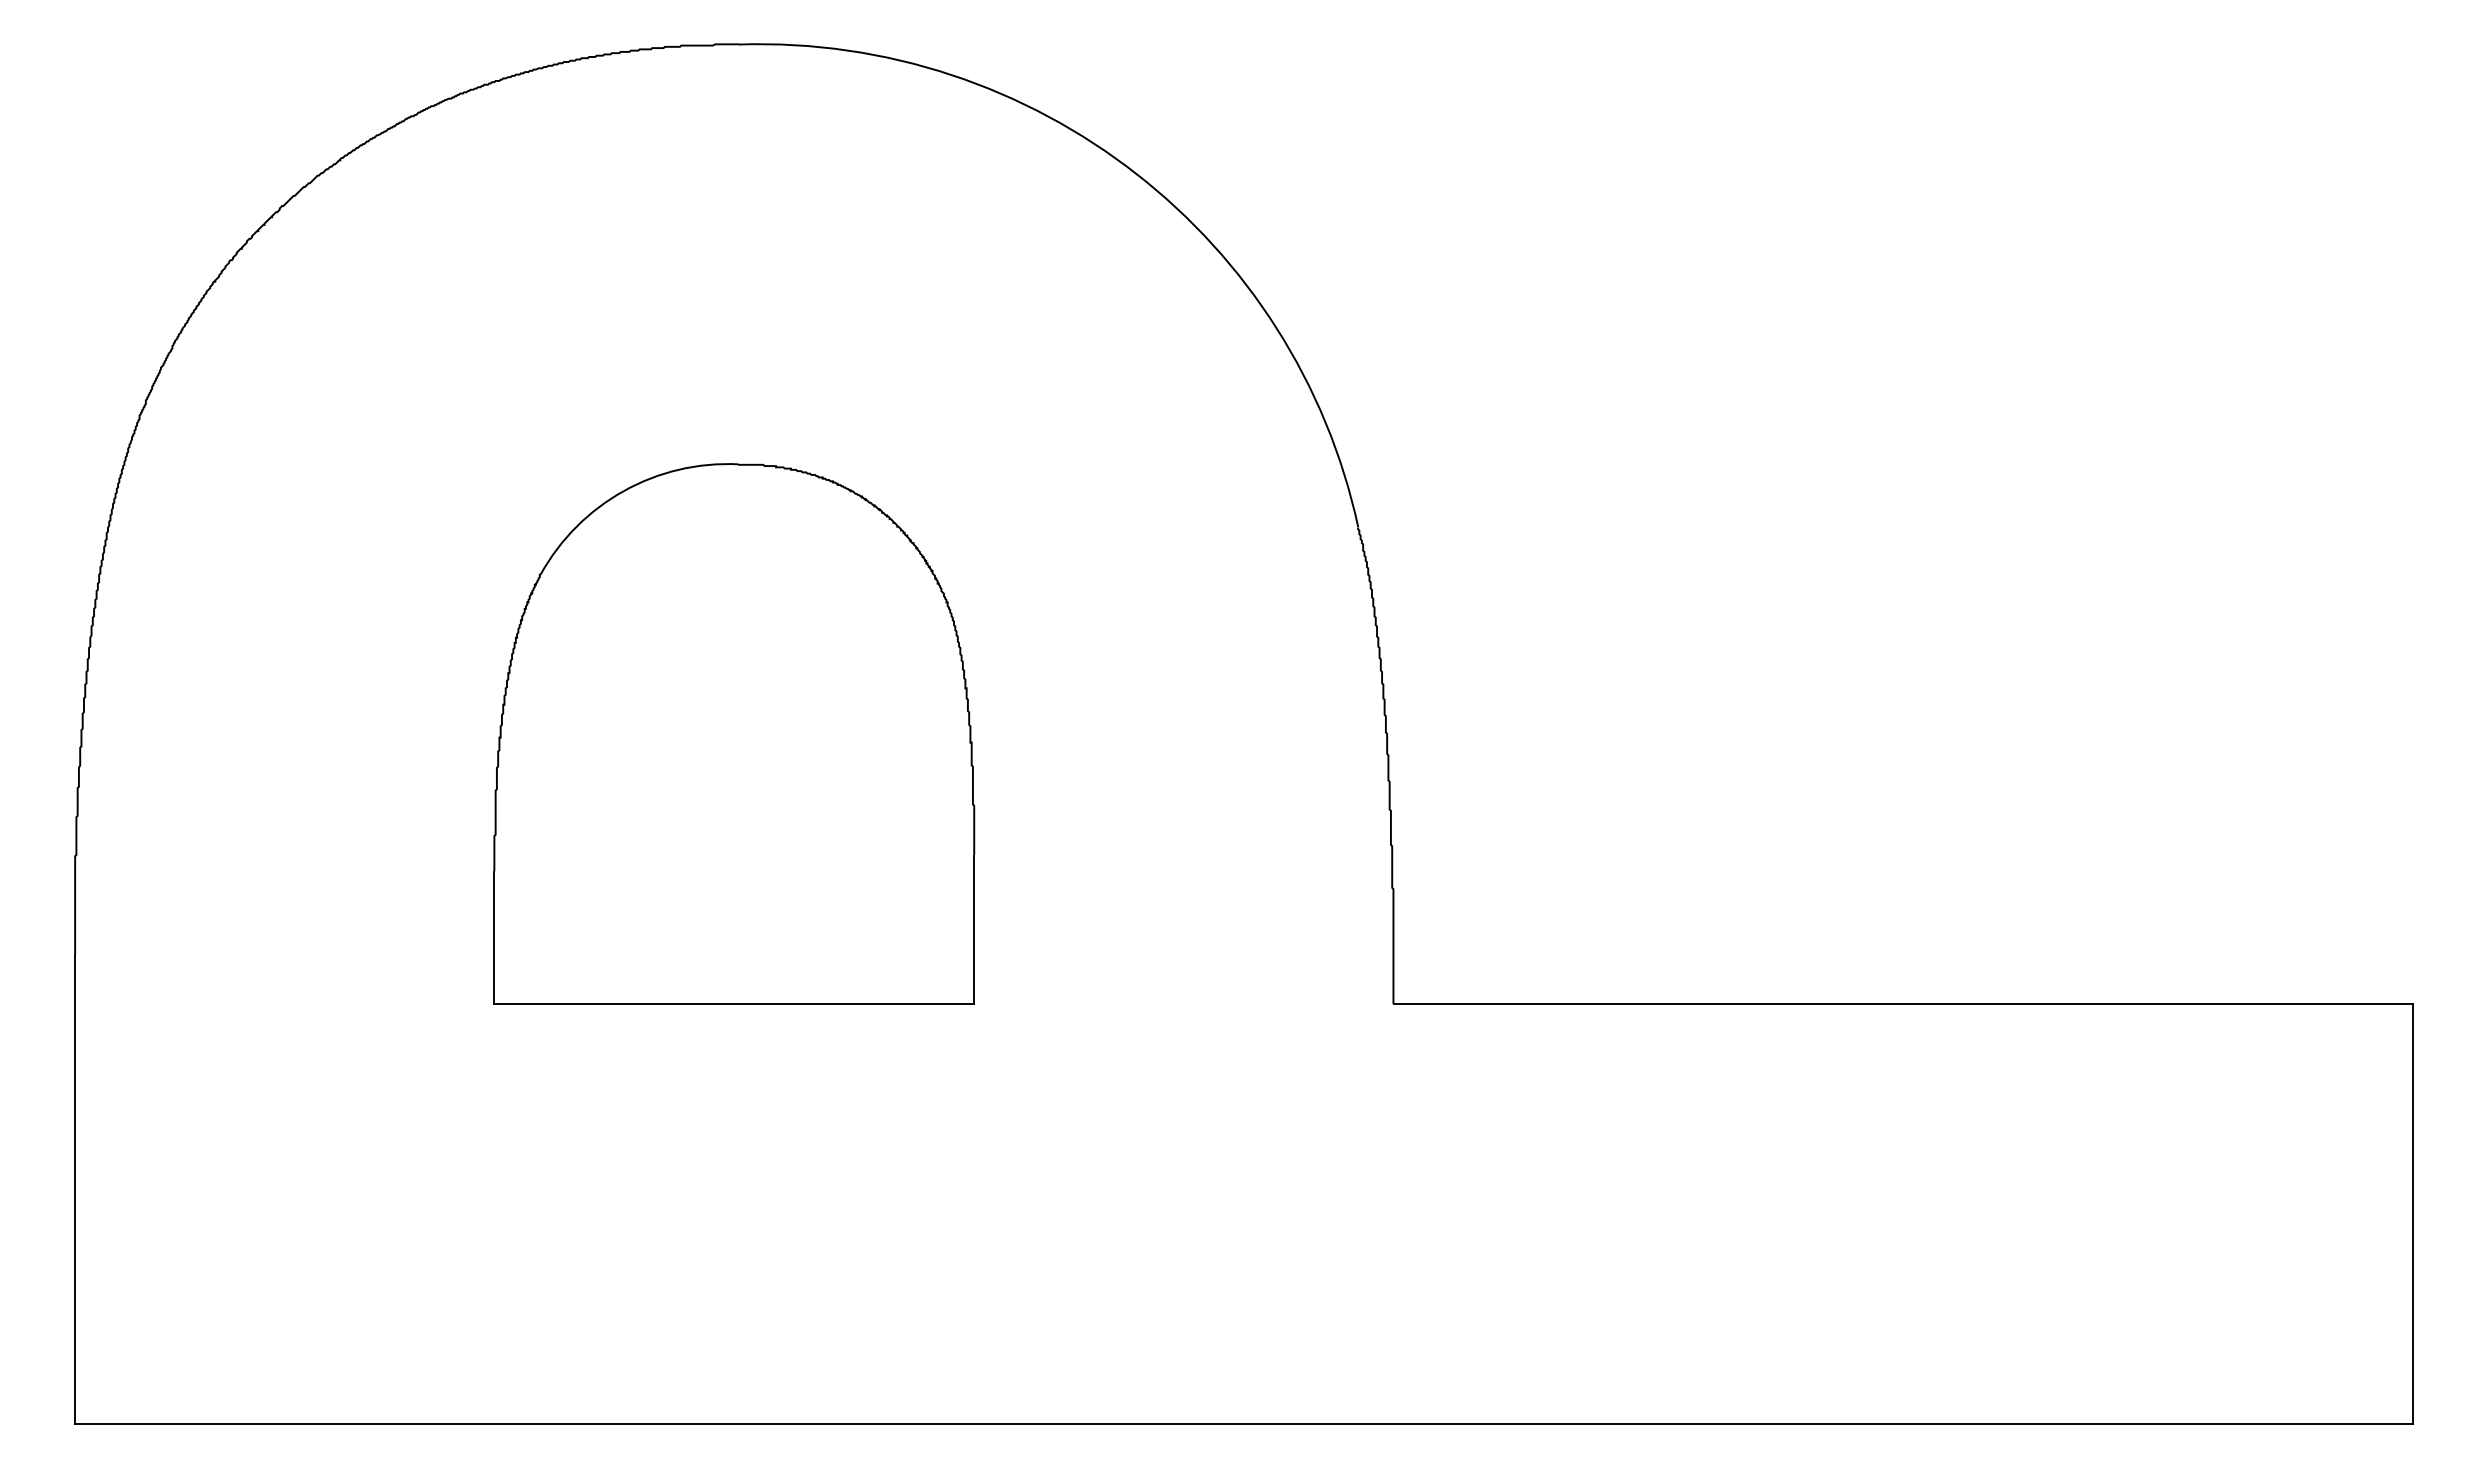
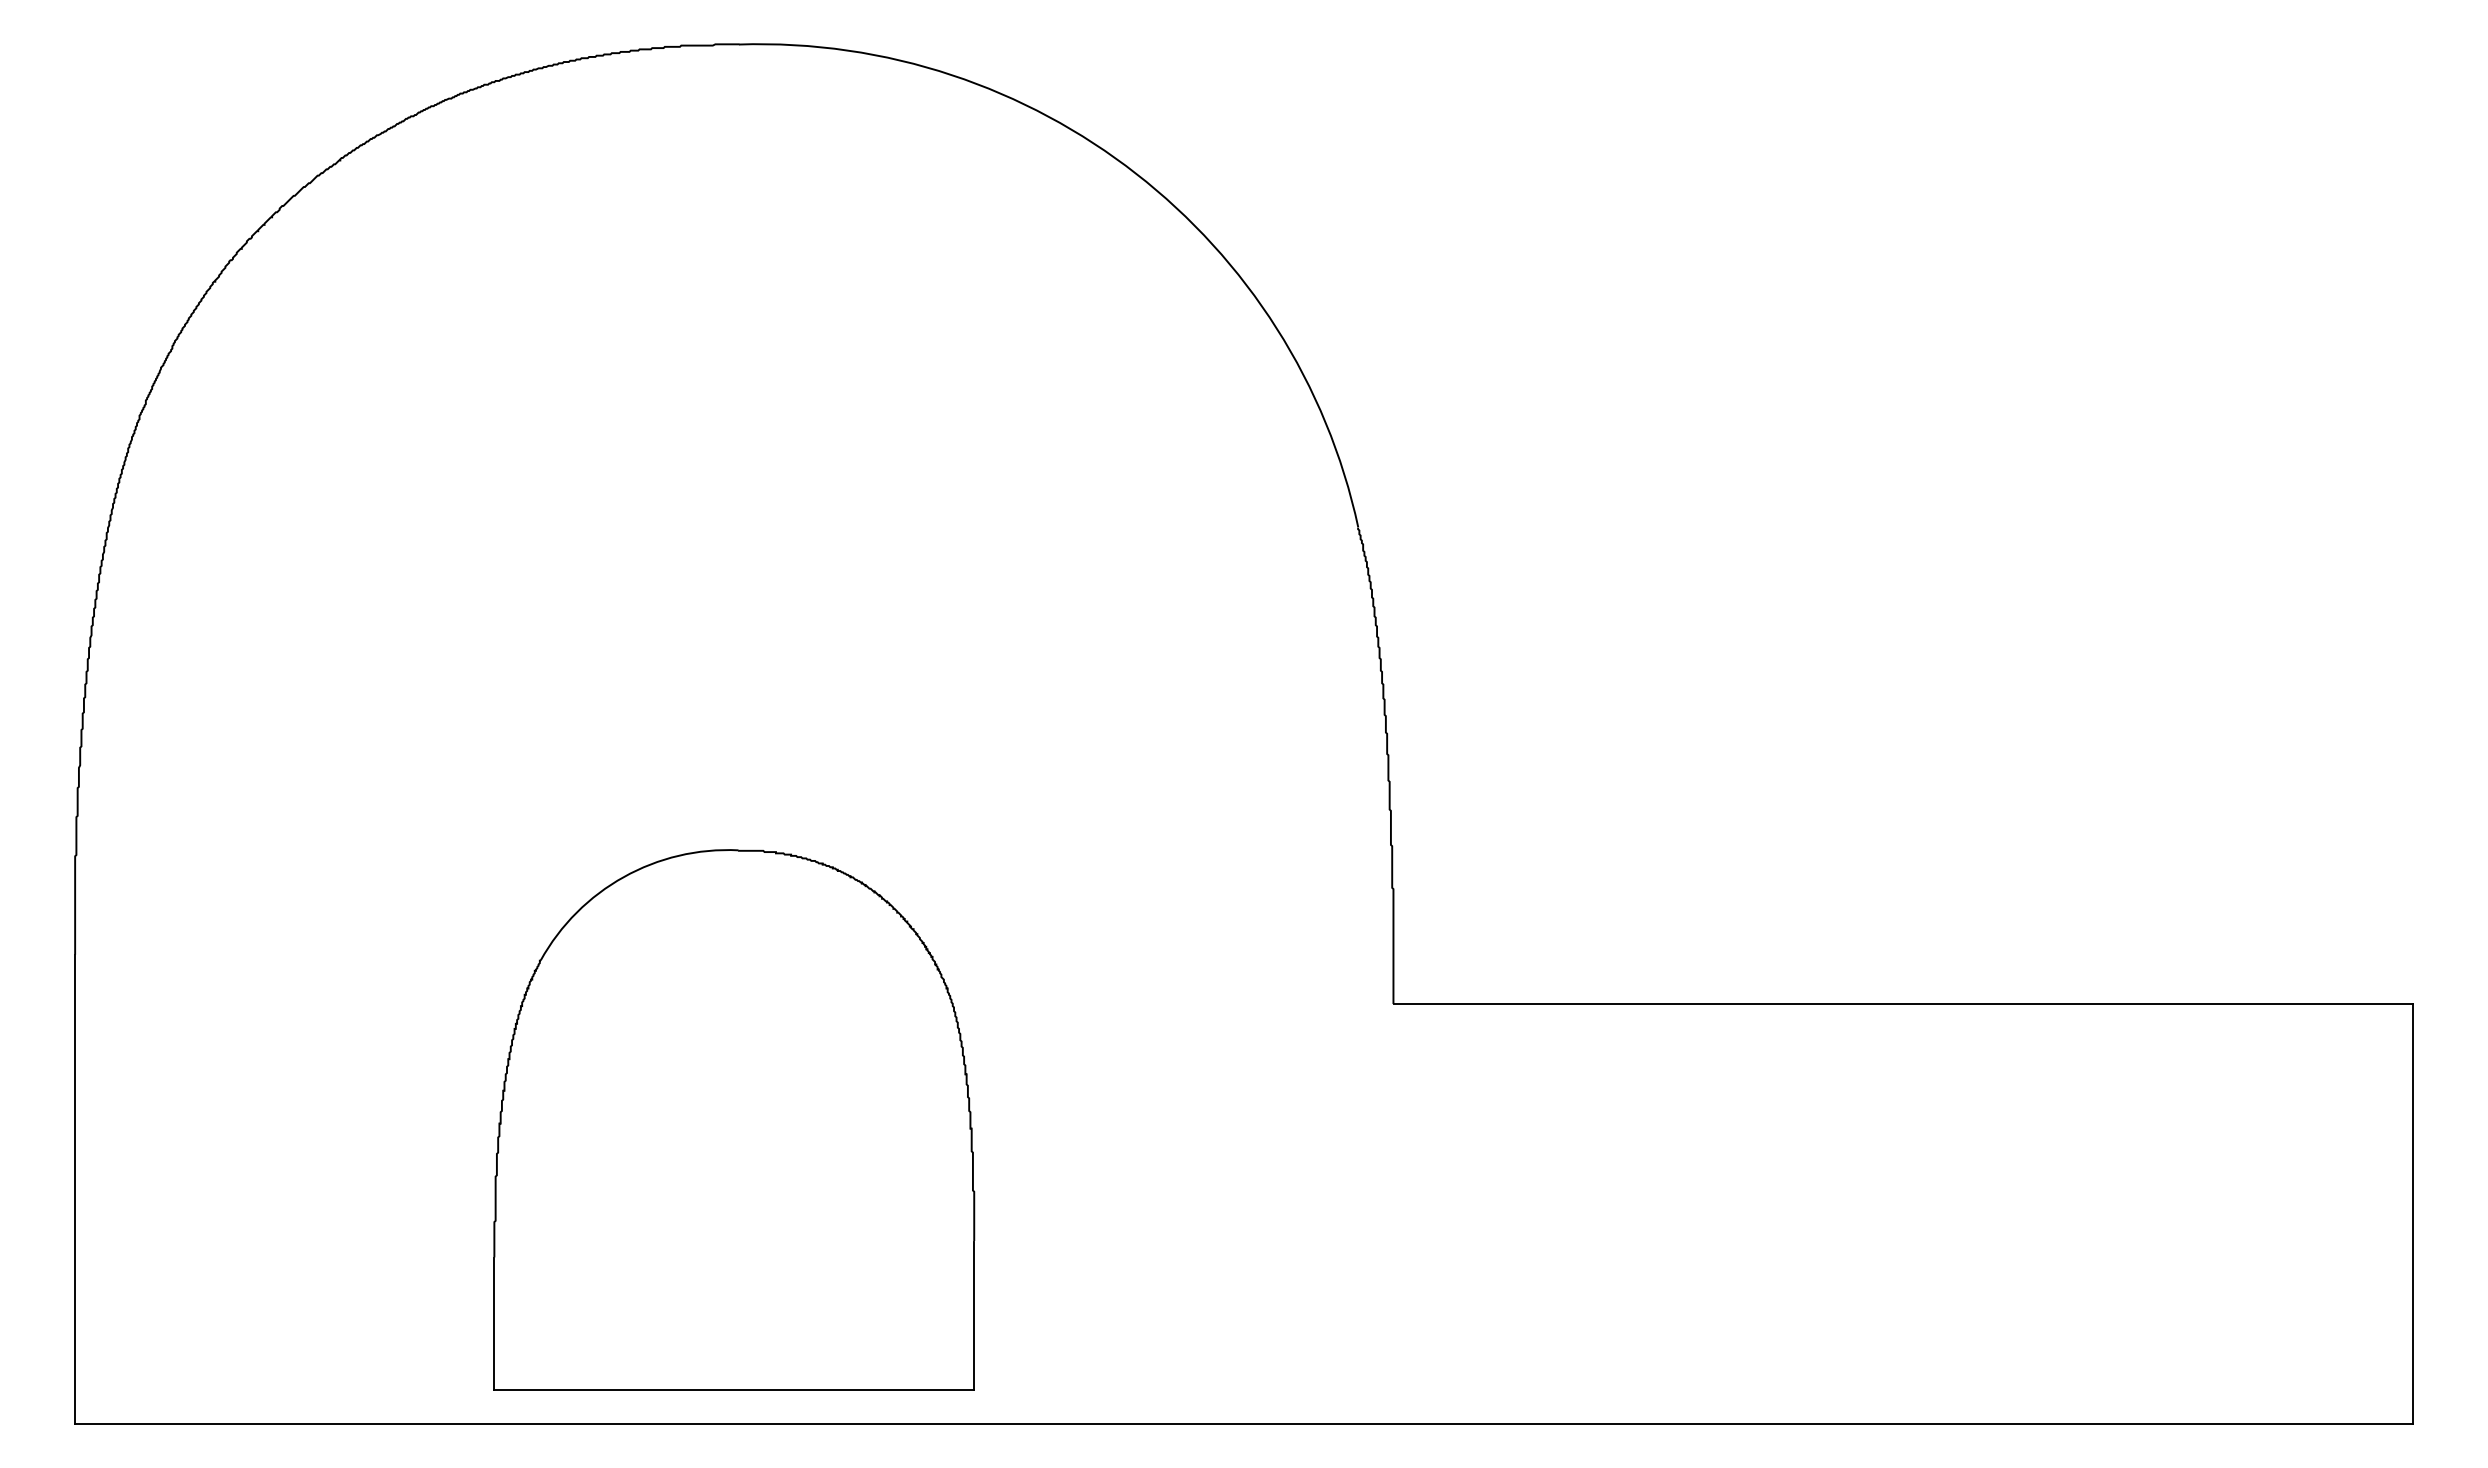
part at (734, 733) position: (734, 733) -> (734, 1119)
